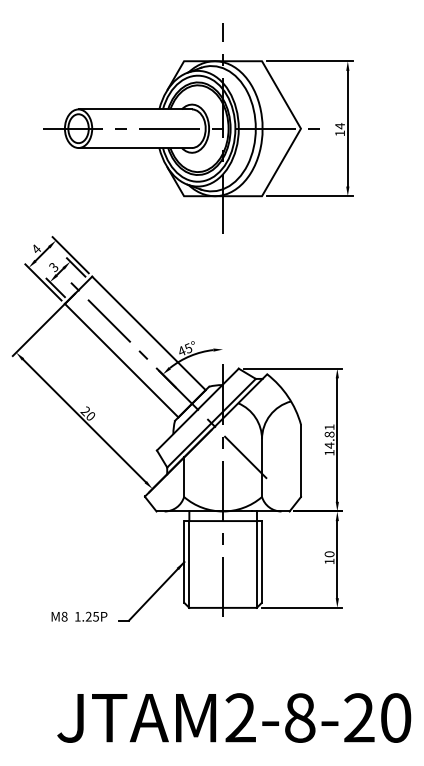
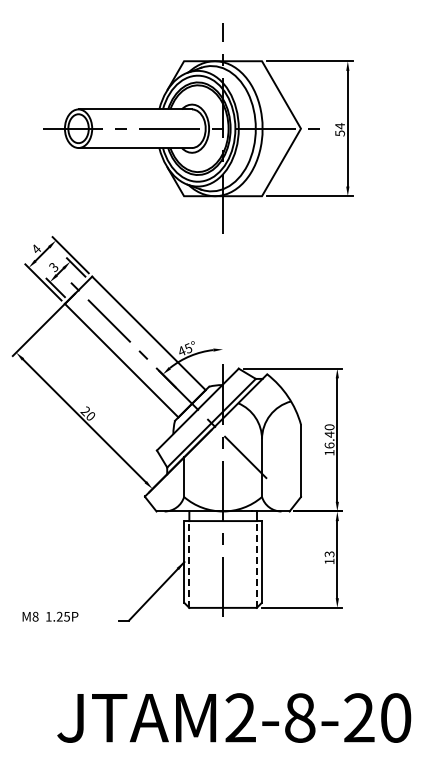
text at (340, 133): 14 -> 54
text at (329, 436): 14.81 -> 16.40
text at (329, 554): 10 -> 13
line at (256, 563): solid -> dashed
line at (189, 564): solid -> dashed
text at (79, 616) position: (79, 616) -> (50, 616)
